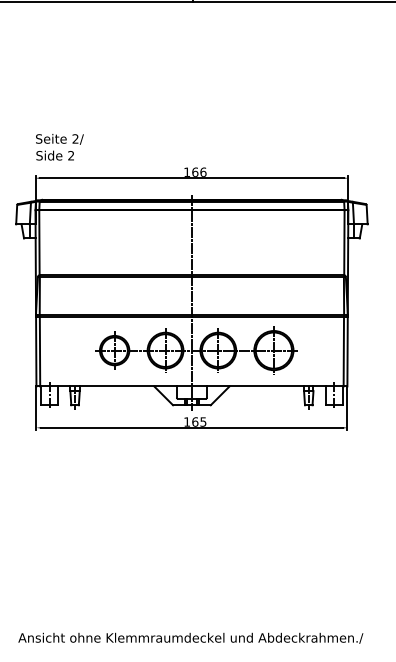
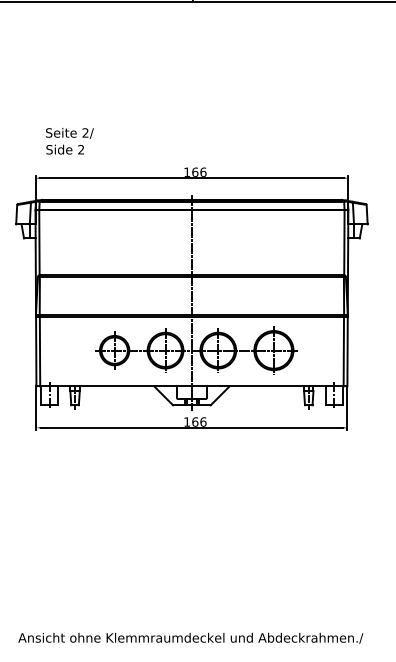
text at (59, 147) position: (59, 147) -> (69, 141)
text at (203, 421): 165 -> 166
